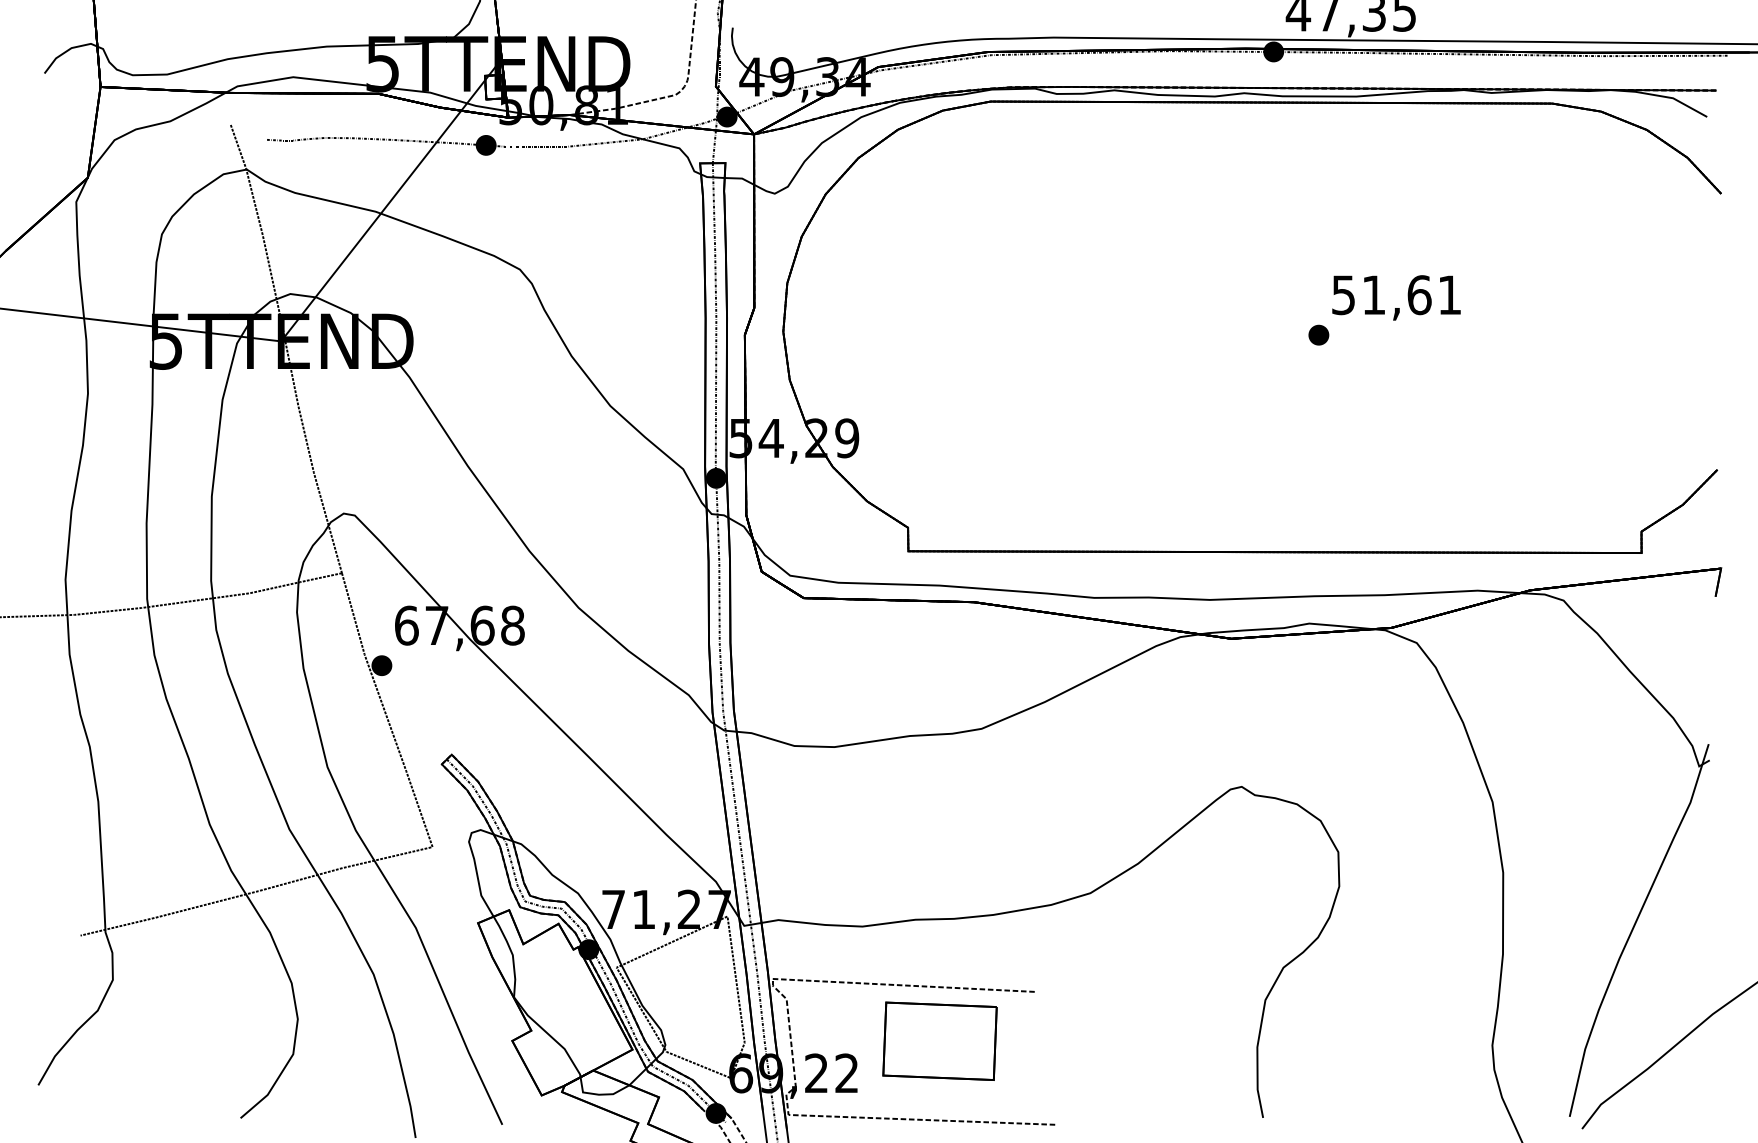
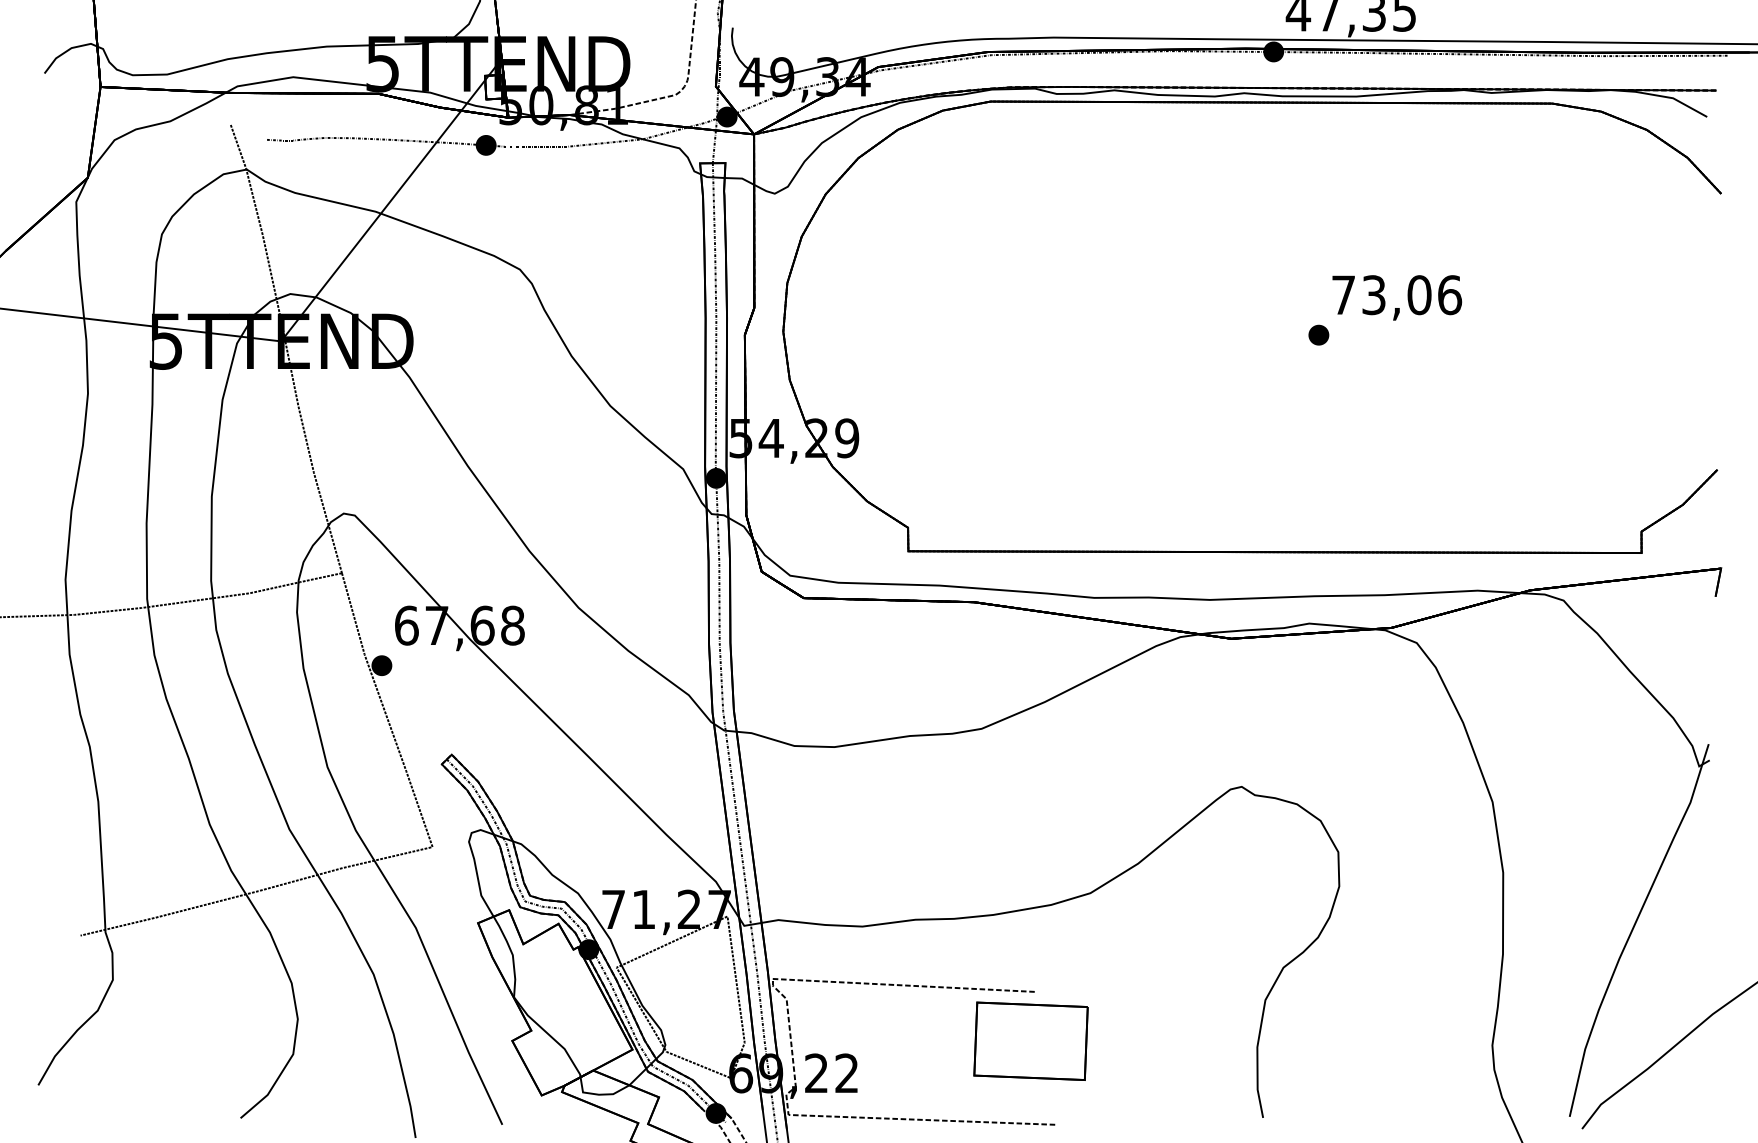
text at (1397, 295): 51,61 -> 73,06
part at (939, 1040) position: (939, 1040) -> (1030, 1040)
